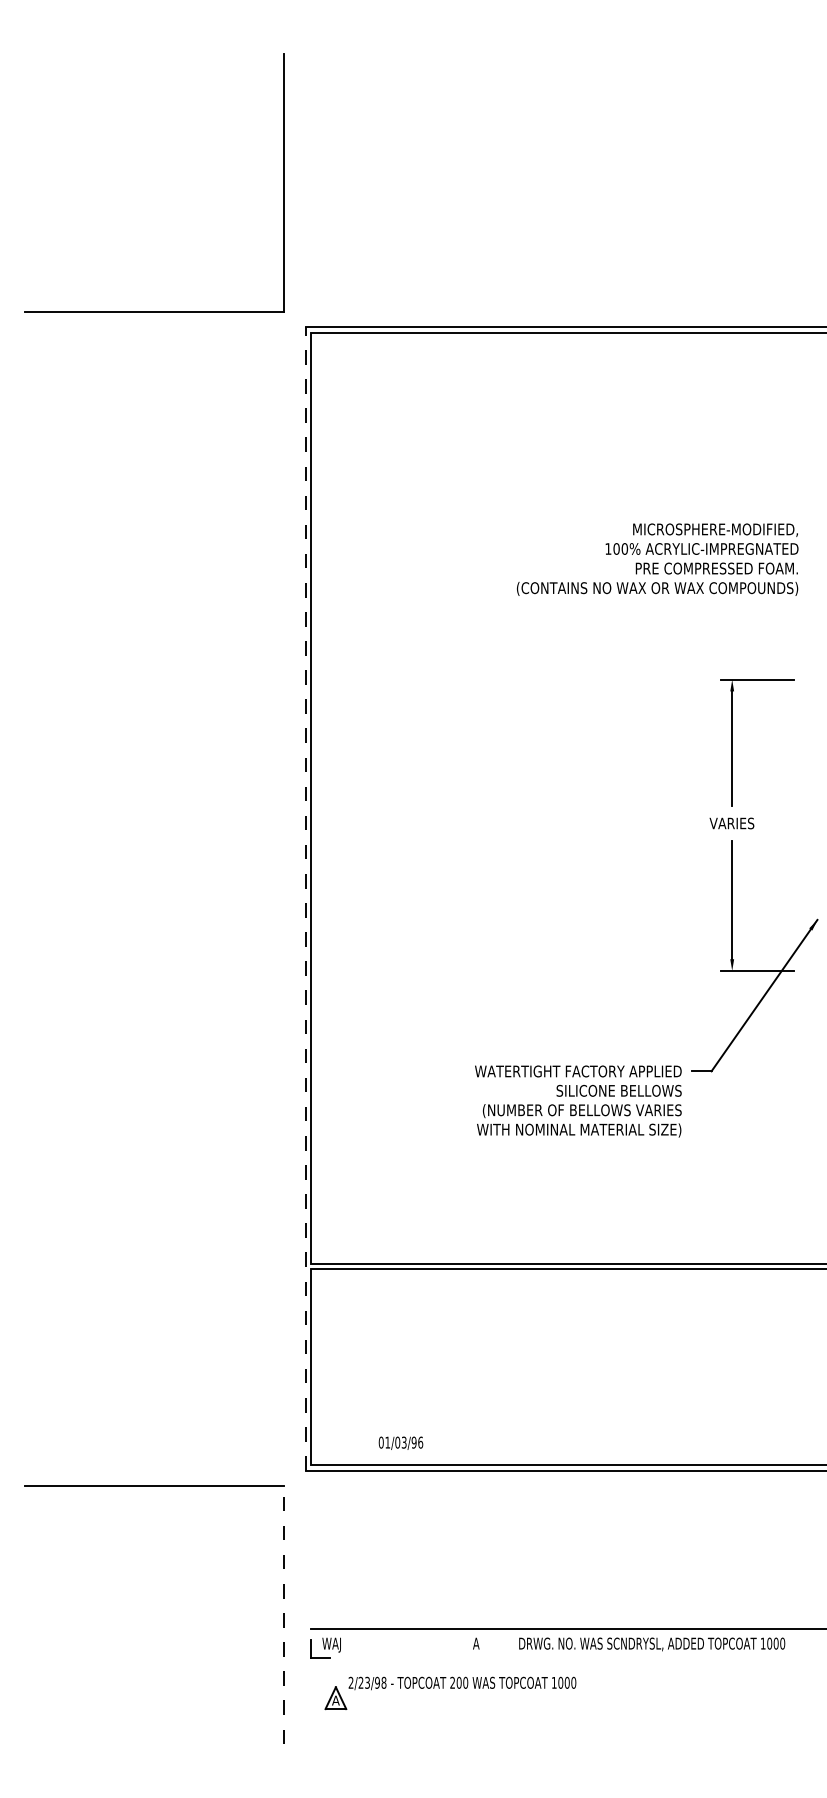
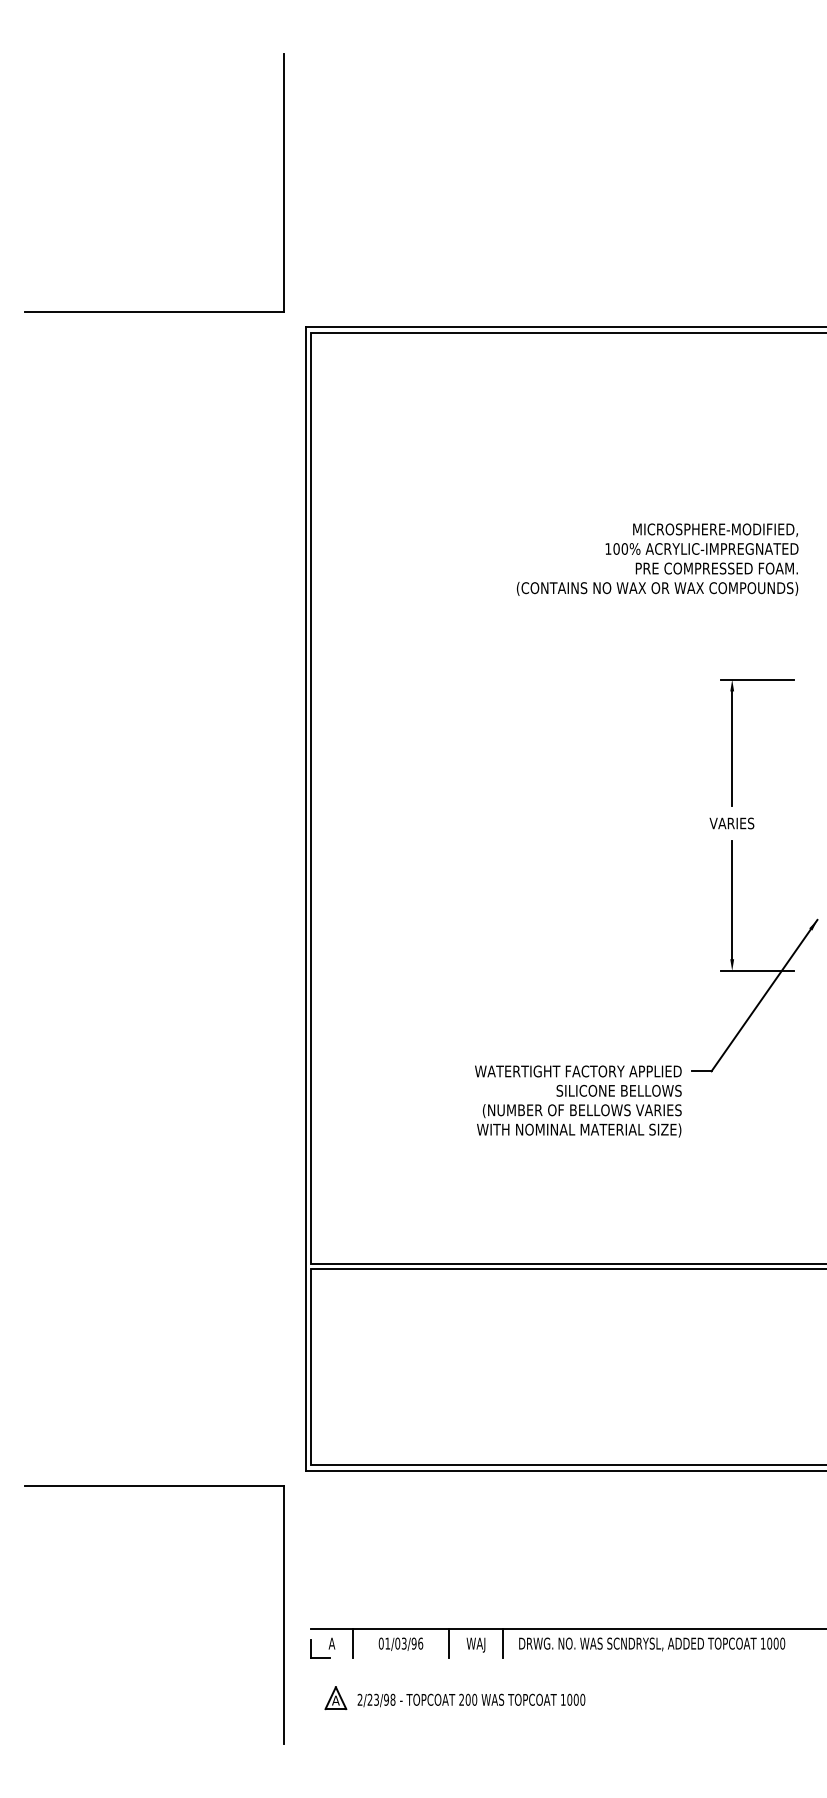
line at (305, 899): dashed -> solid
text at (400, 1442) position: (400, 1442) -> (400, 1643)
line at (283, 1614): dashed -> solid
line at (352, 1643): none -> present
line at (449, 1643): none -> present
line at (503, 1643): none -> present
text at (331, 1644): WAJ -> A
text at (475, 1644): A -> WAJ
text at (462, 1683) position: (462, 1683) -> (471, 1700)
